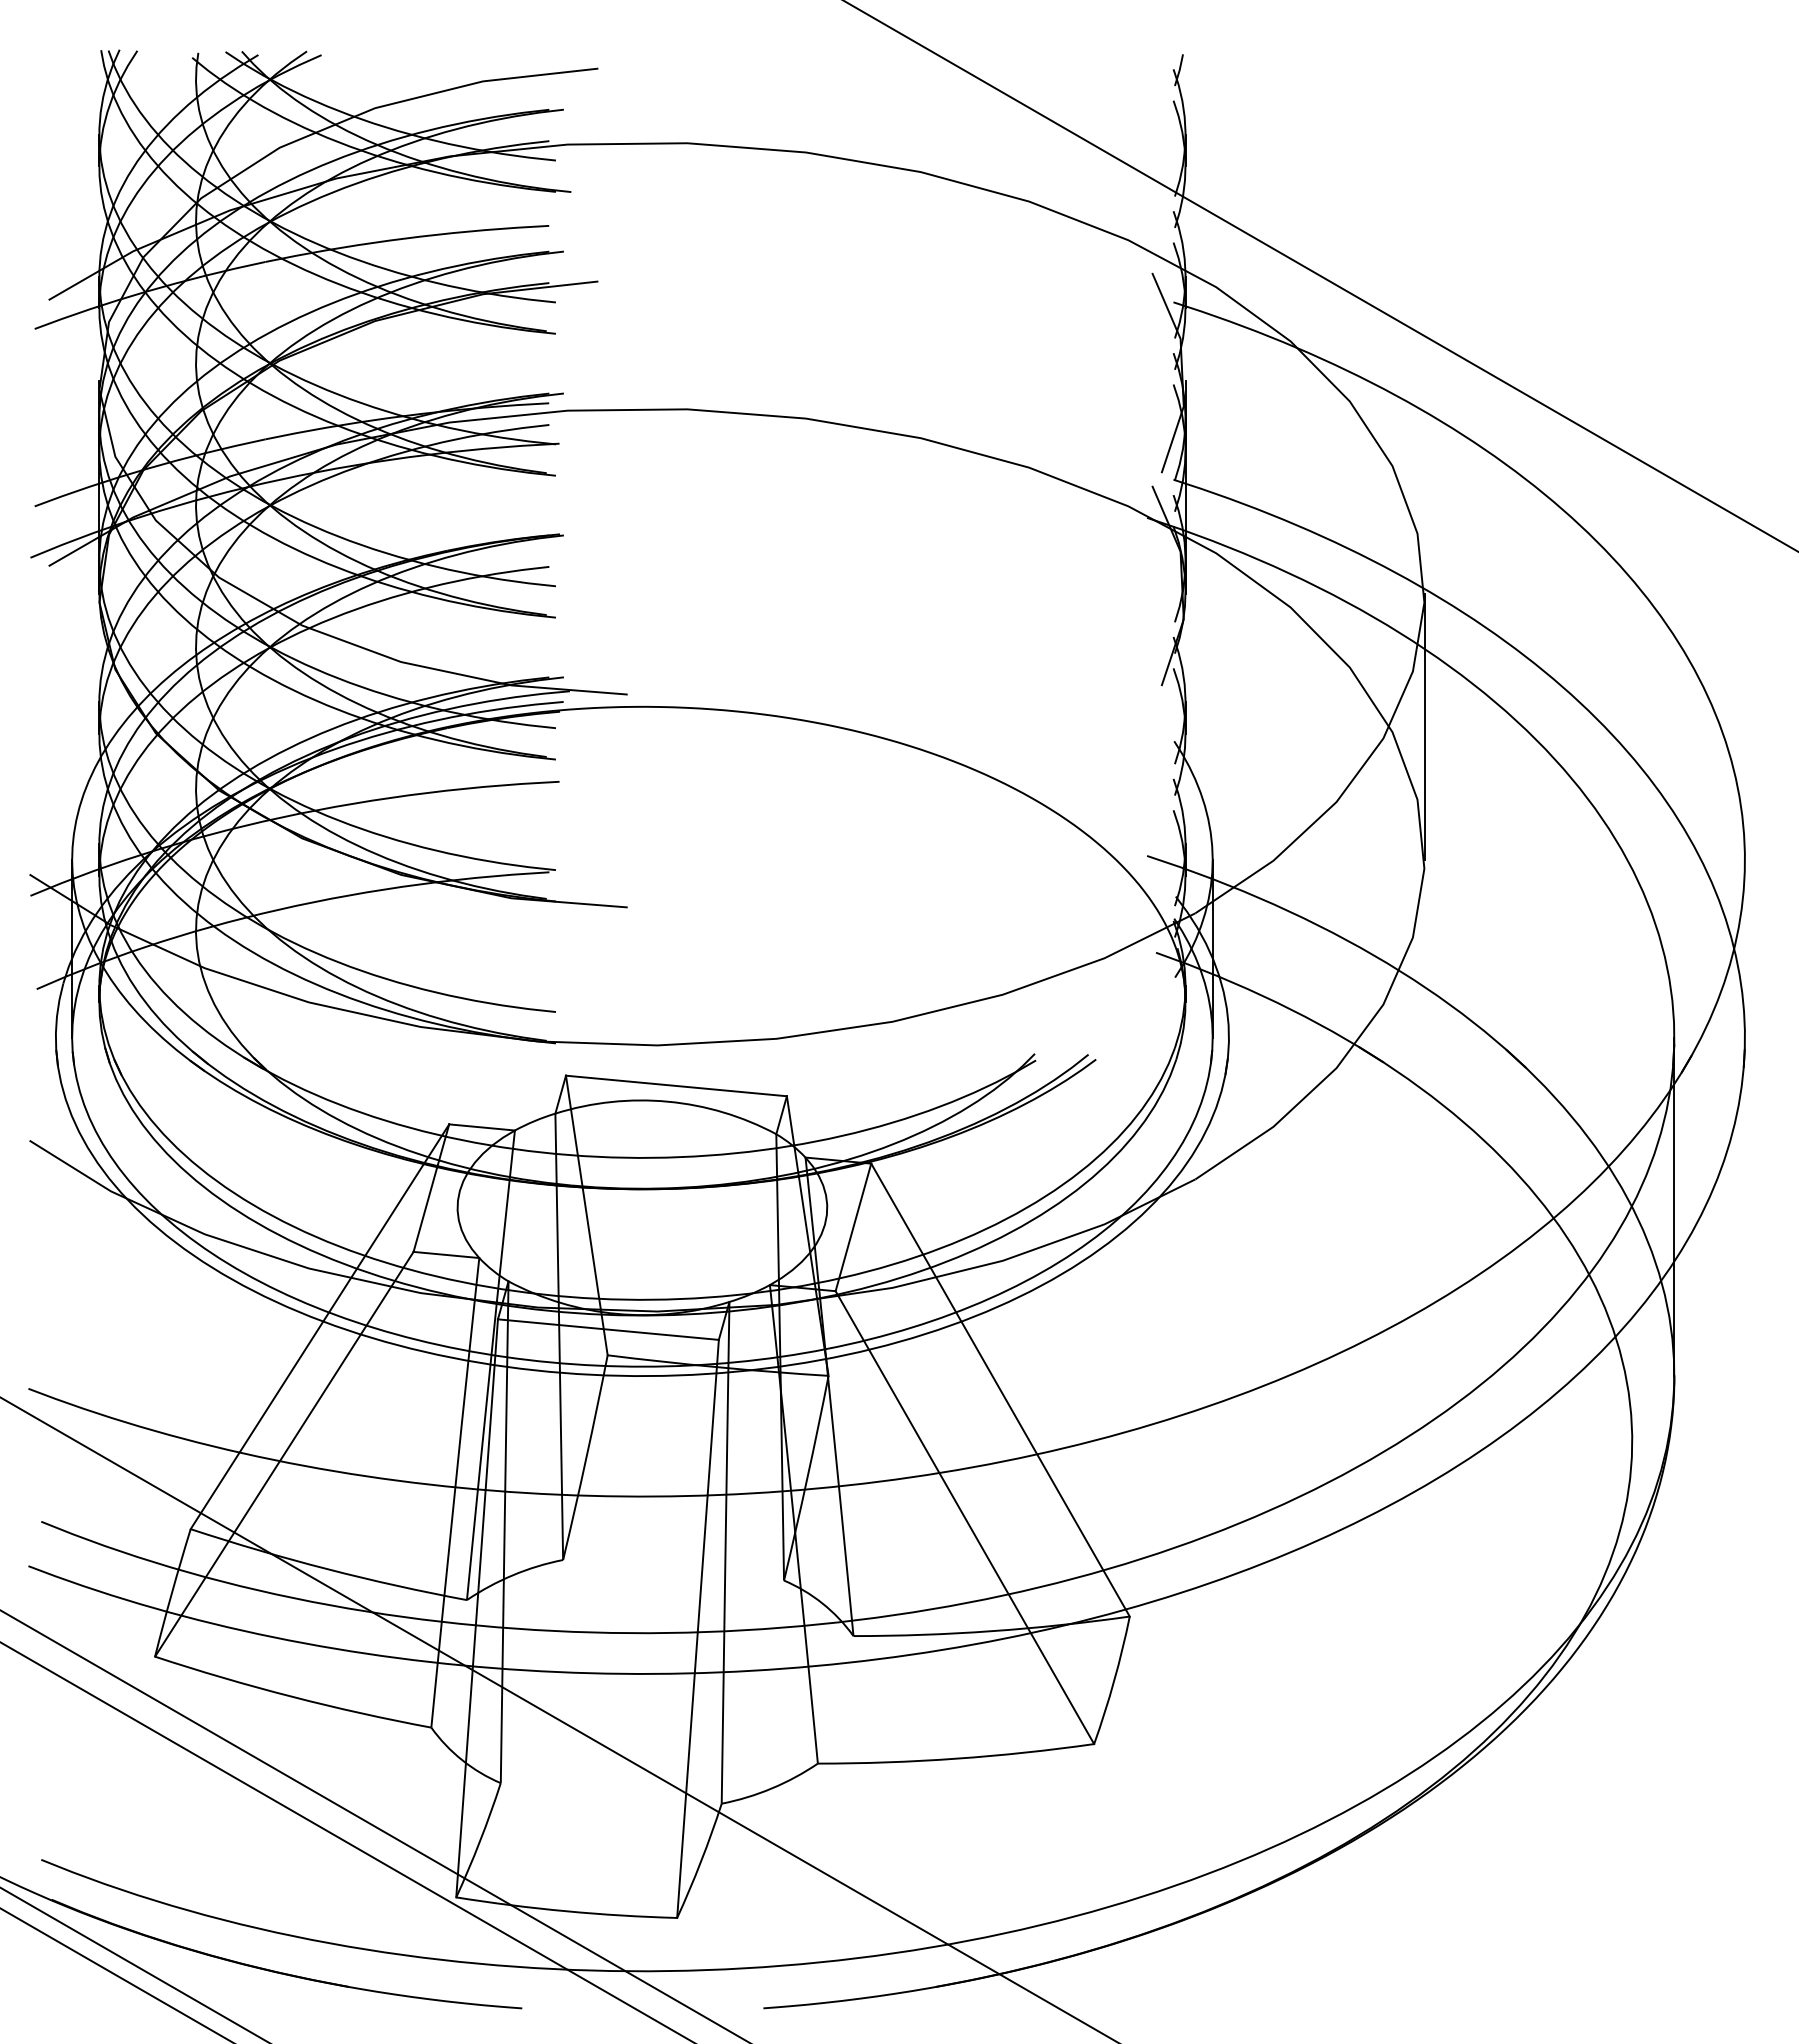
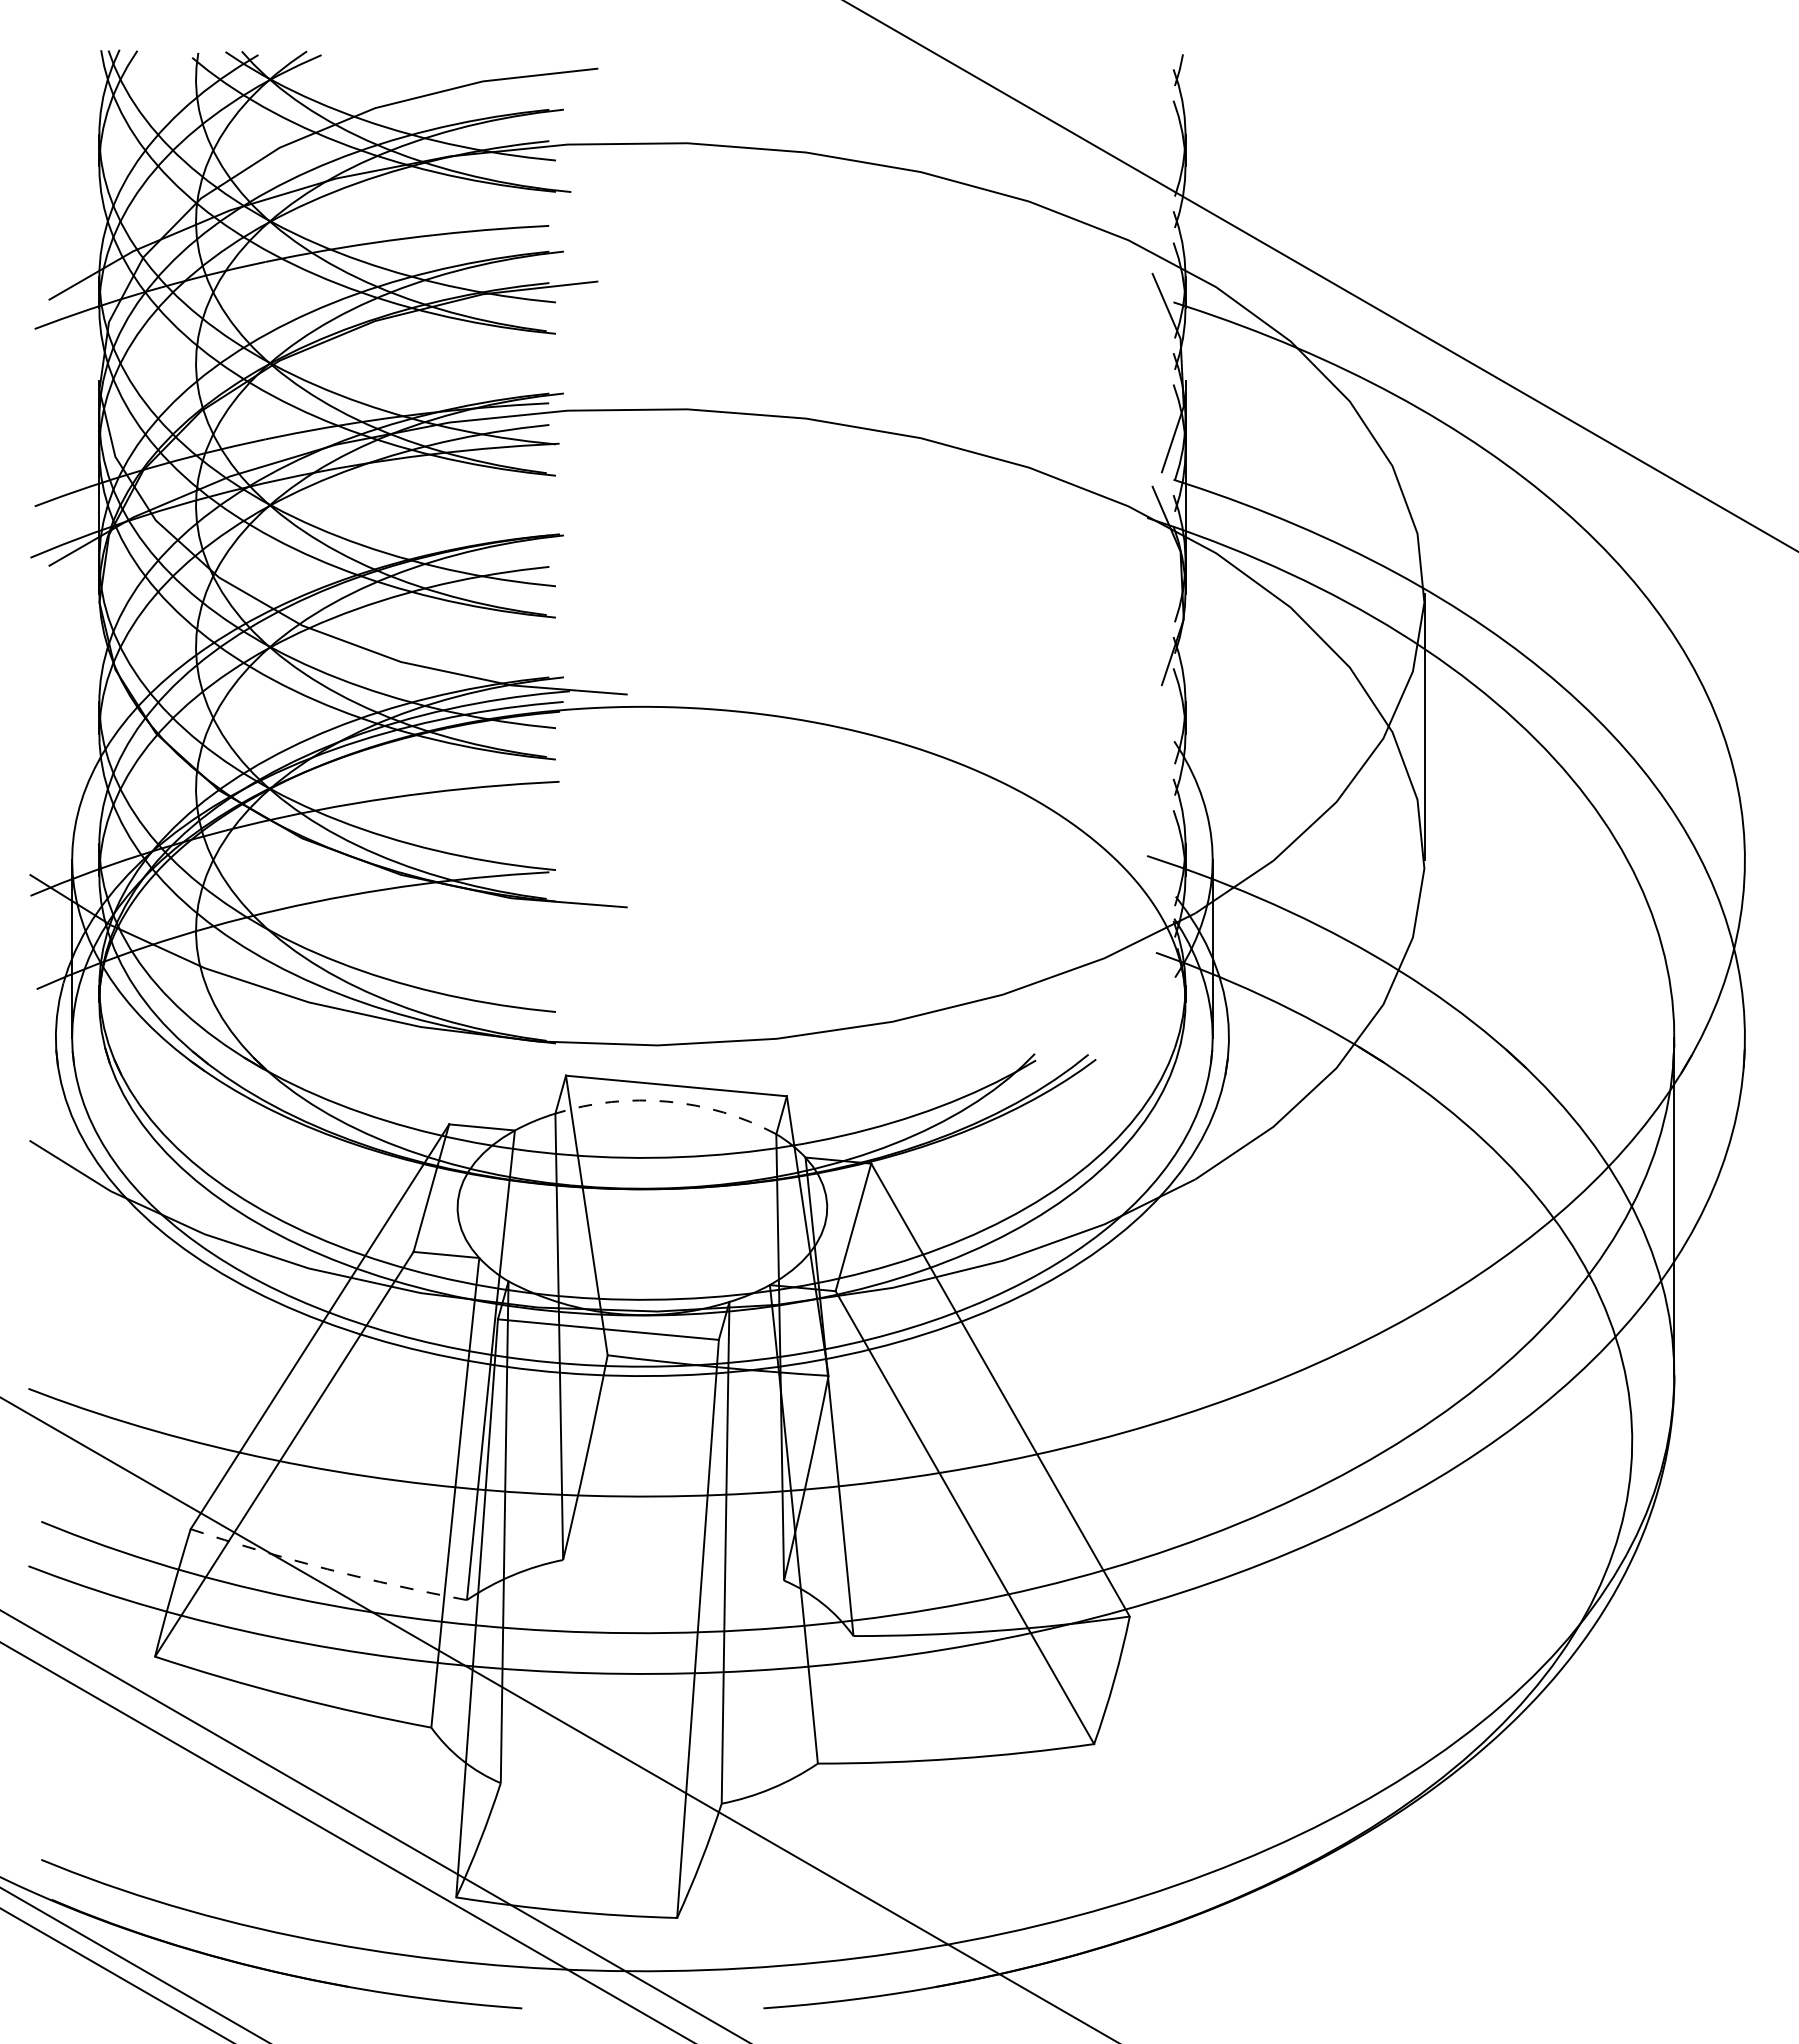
arc at (667, 1101): solid -> dashed
arc at (327, 1569): solid -> dashed
